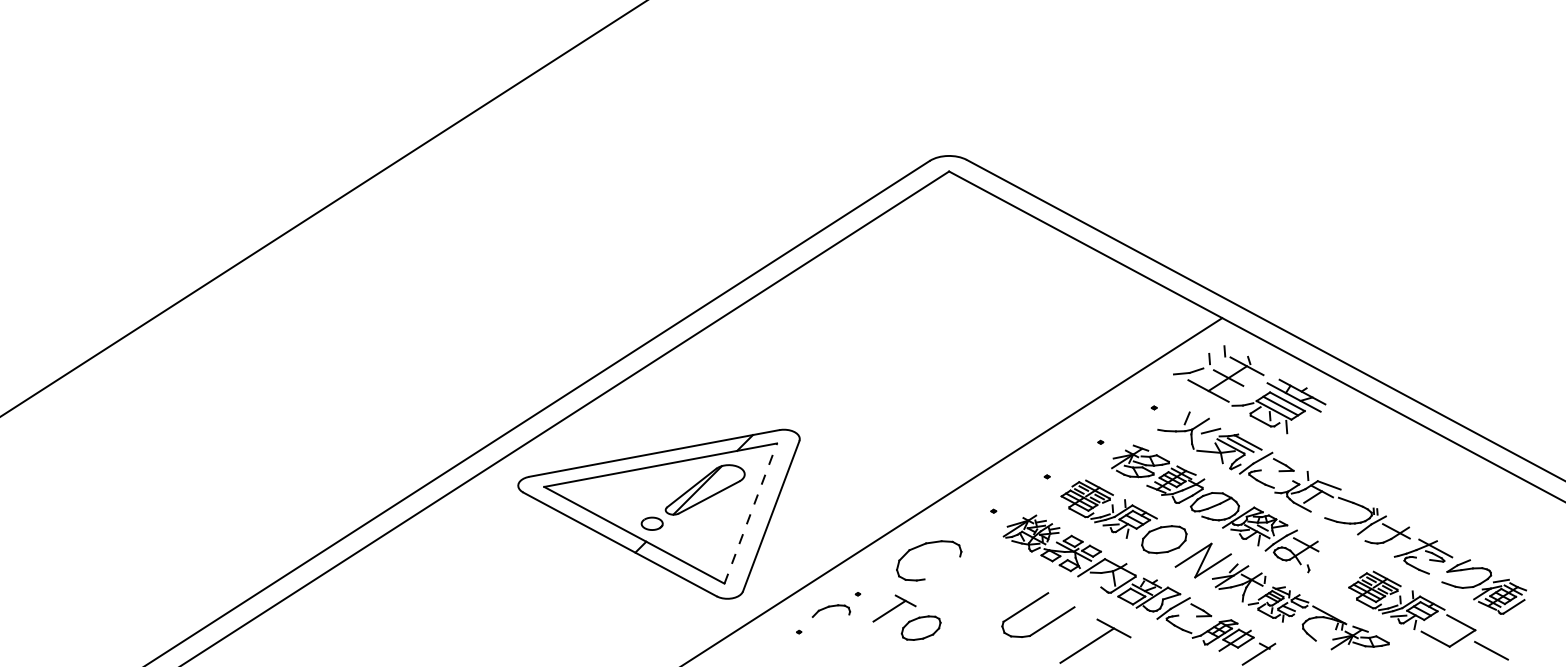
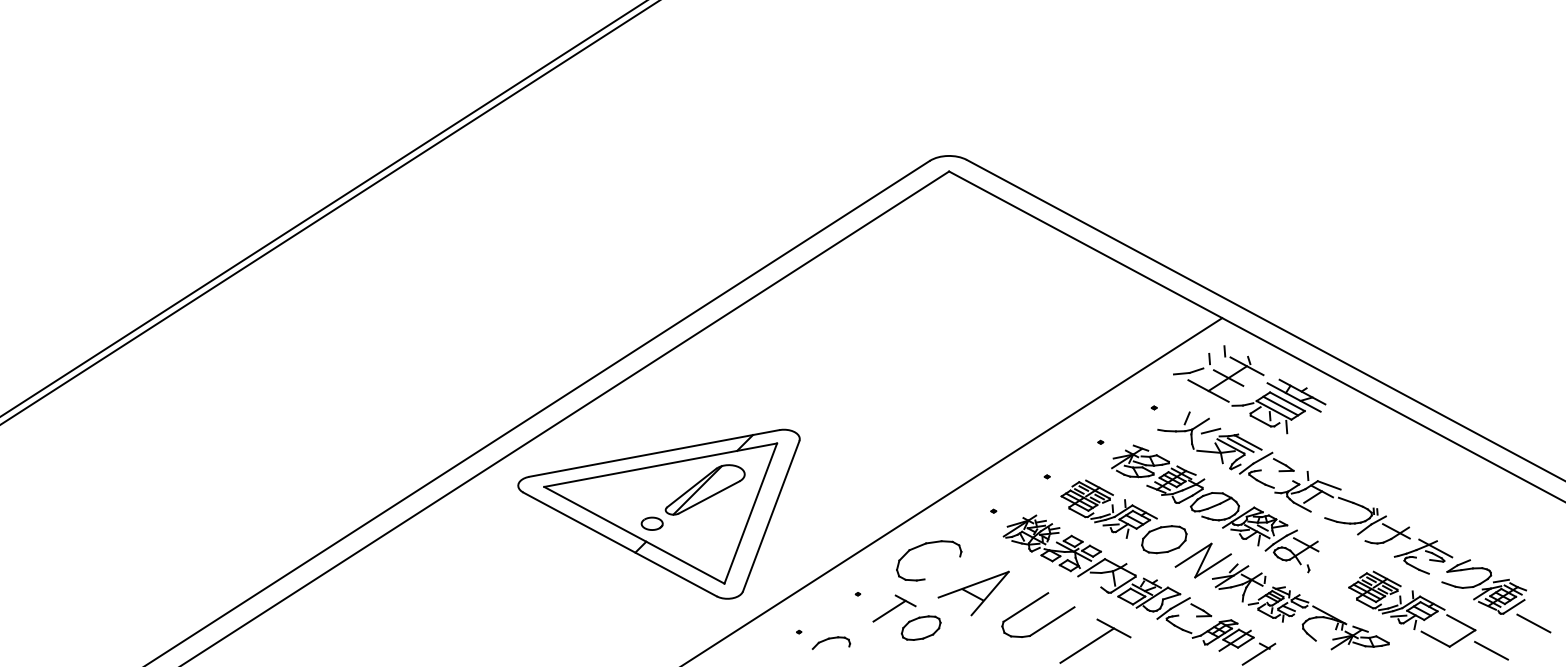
line at (329, 212): none -> present
line at (750, 513): dashed -> solid
part at (973, 593): none -> present
part at (831, 610) position: (831, 610) -> (831, 642)
line at (1533, 623): none -> present
